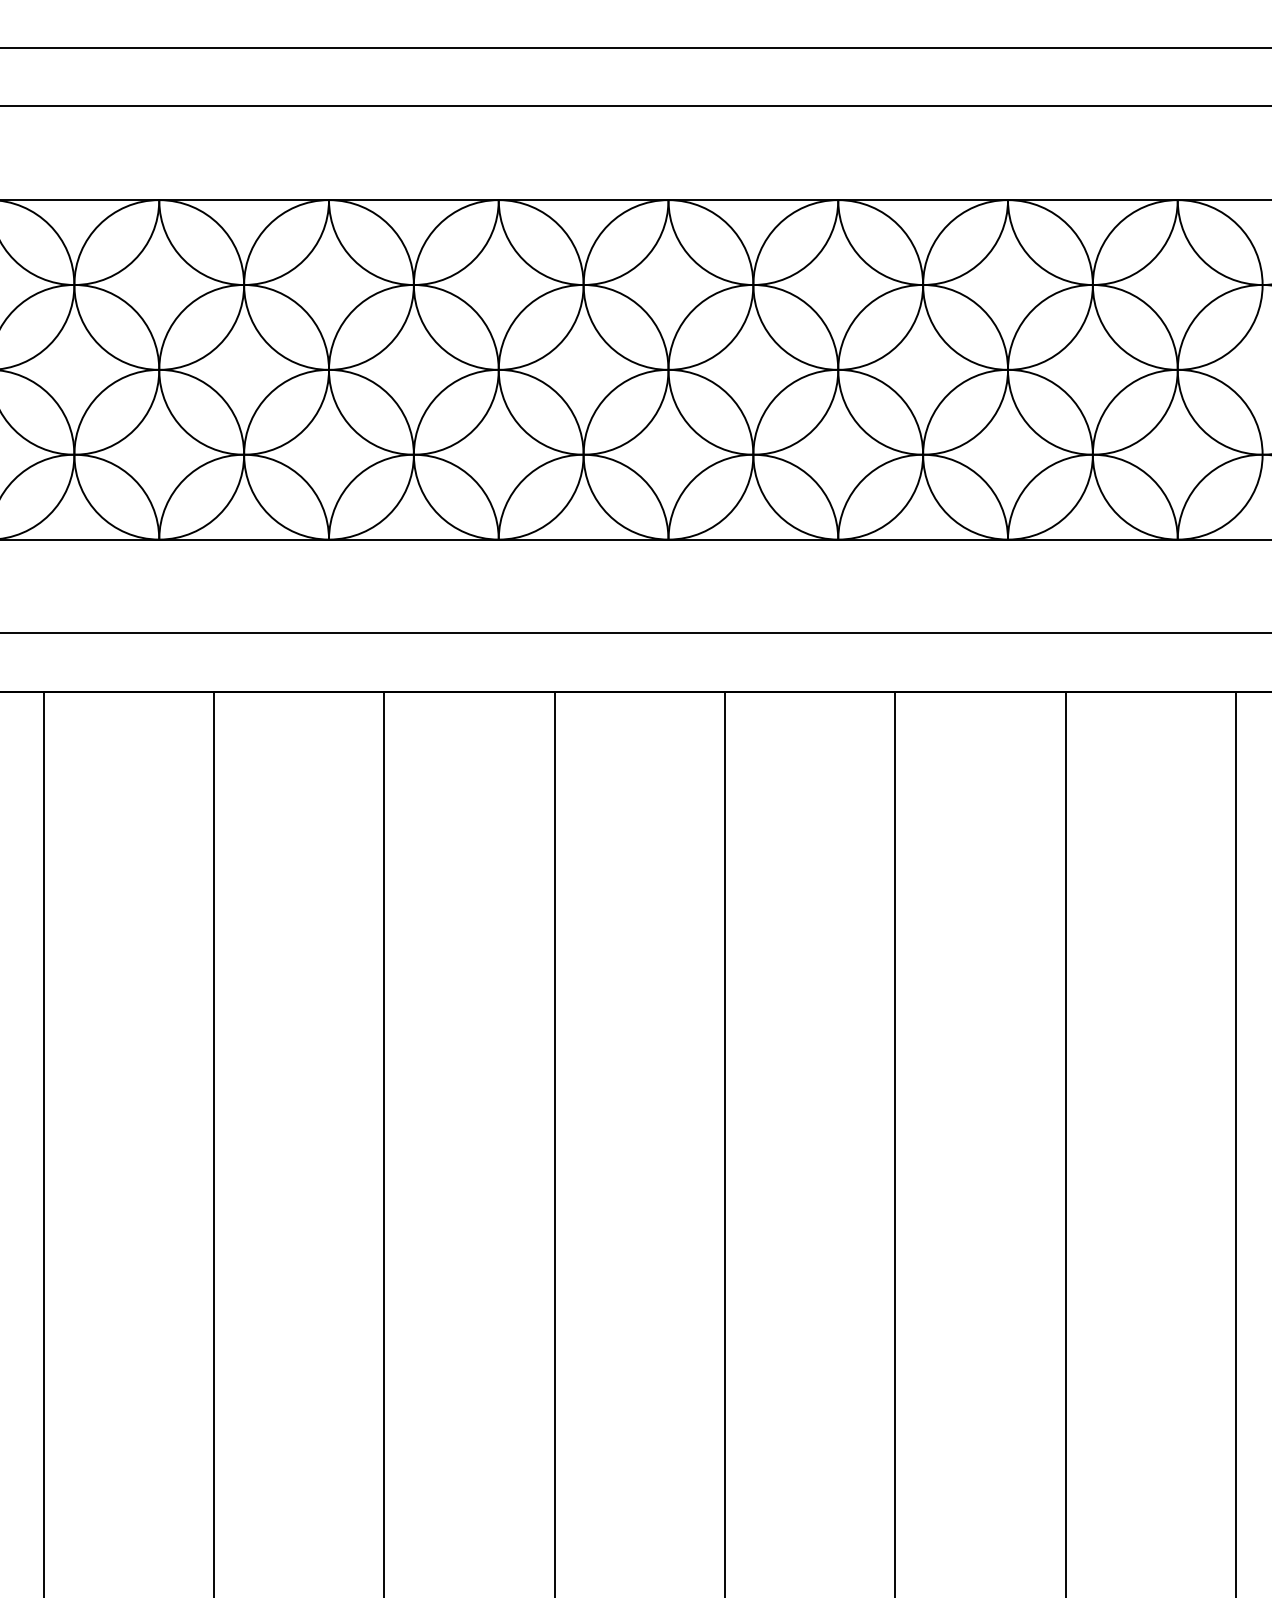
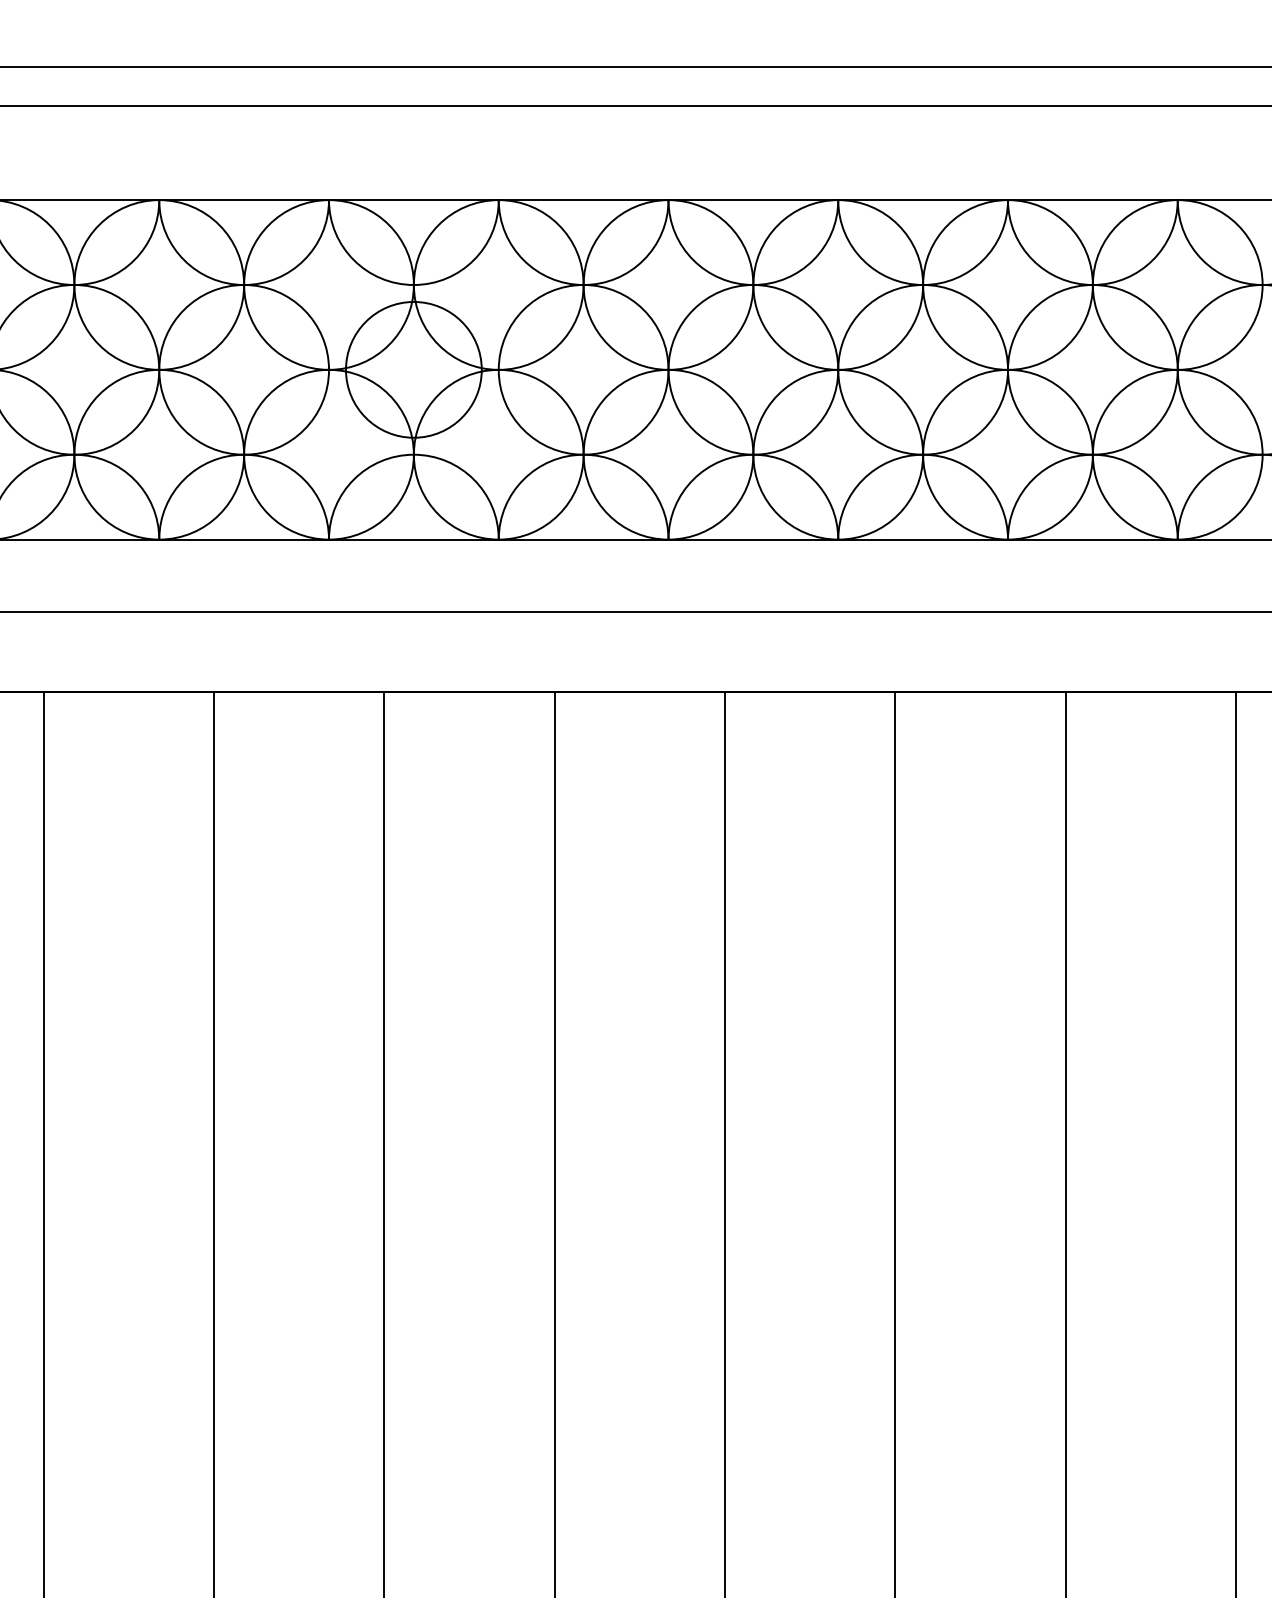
line at (635, 47) position: (635, 47) -> (635, 66)
circle at (413, 369) diameter: 170 px -> 136 px
line at (635, 633) position: (635, 633) -> (635, 612)
